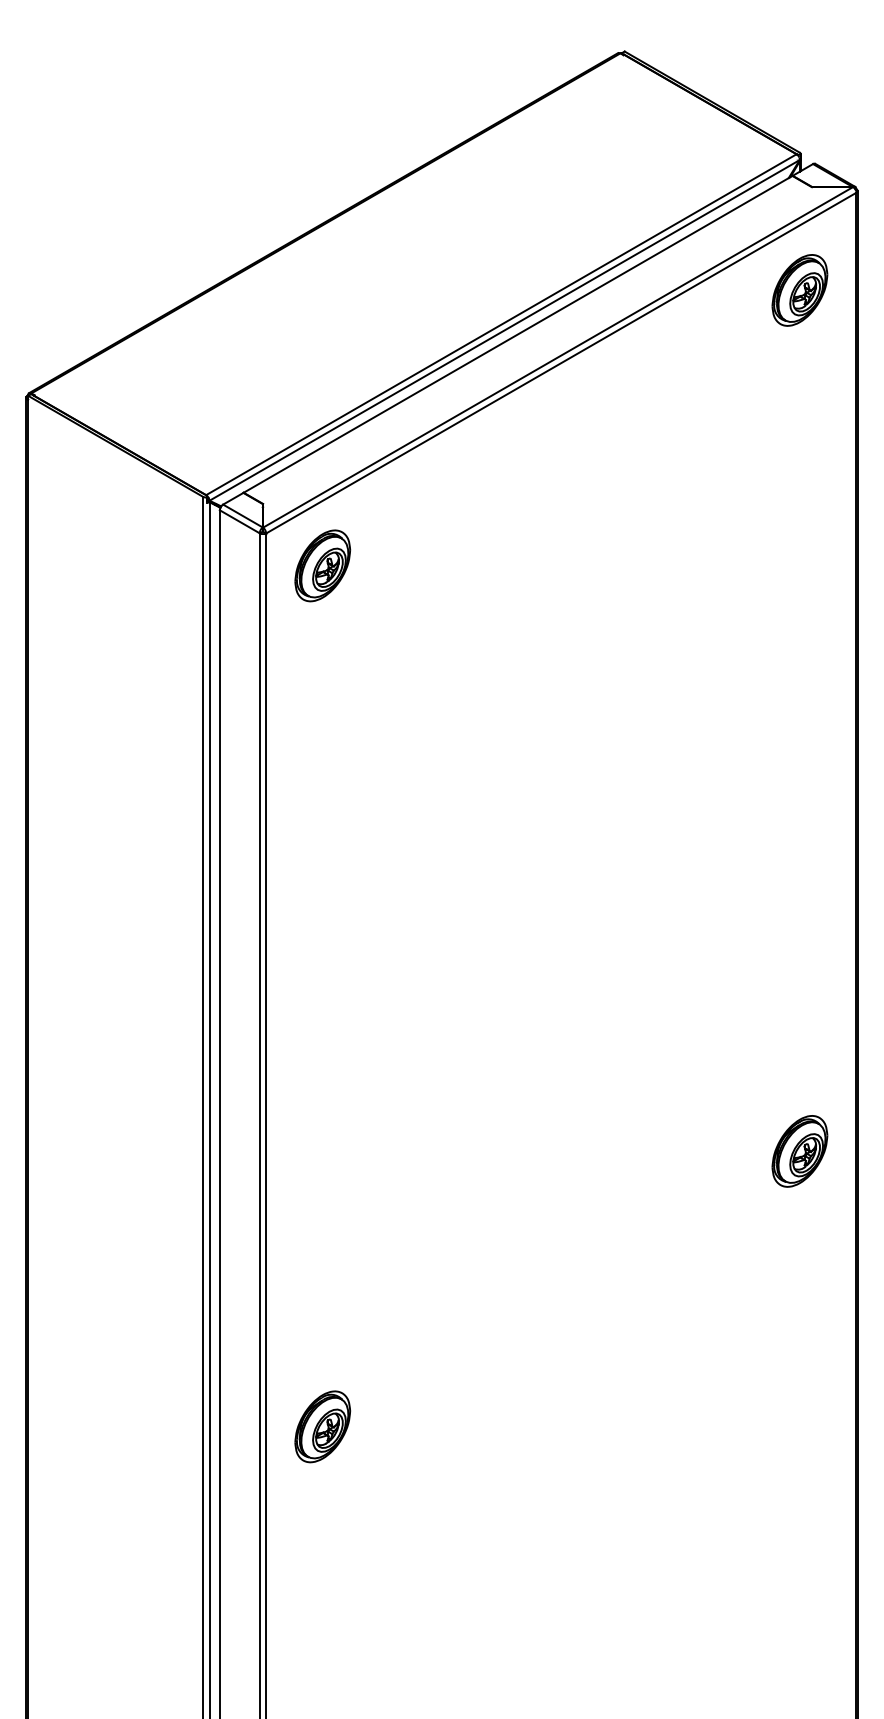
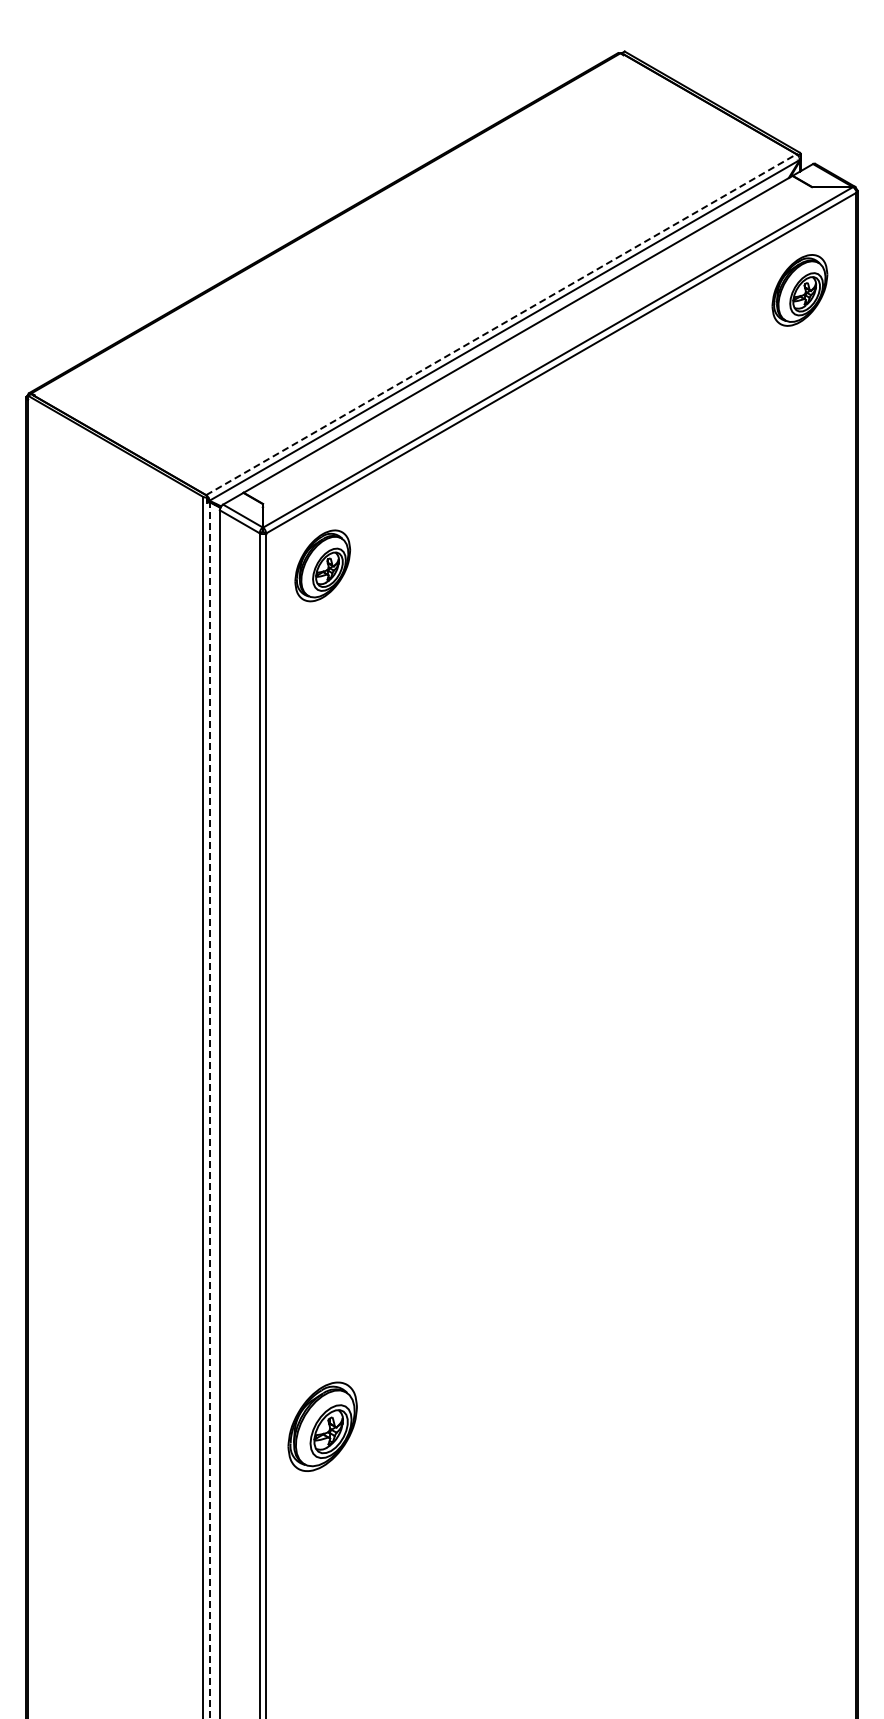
line at (501, 324): solid -> dashed
line at (209, 1110): solid -> dashed
part at (799, 1151): present -> none
part at (322, 1426) size: 58x74 px -> 71x91 px
